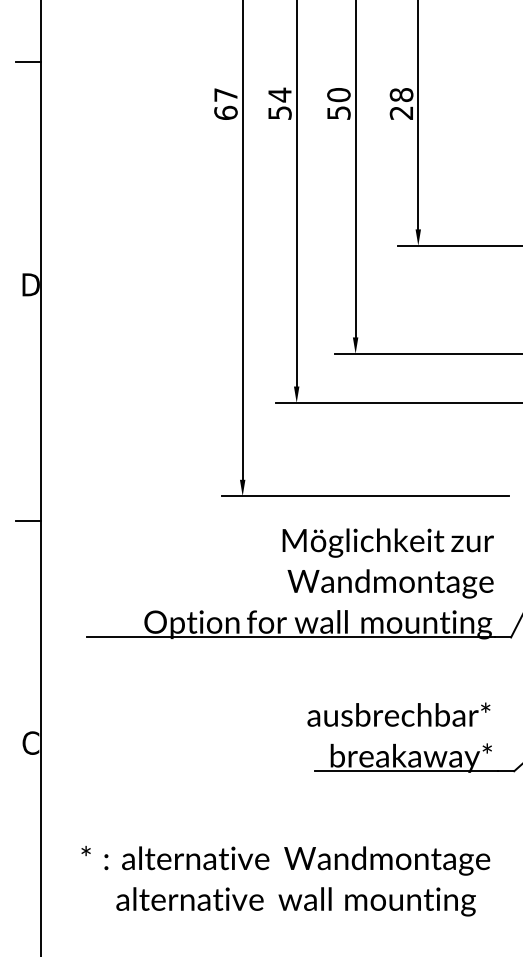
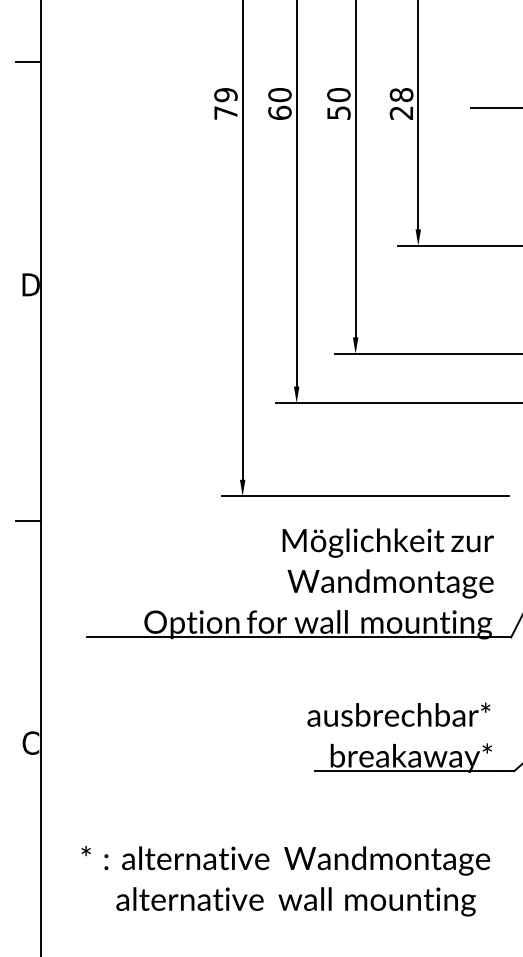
text at (225, 103): 67 -> 79
text at (279, 103): 54 -> 60
line at (495, 108): none -> present
